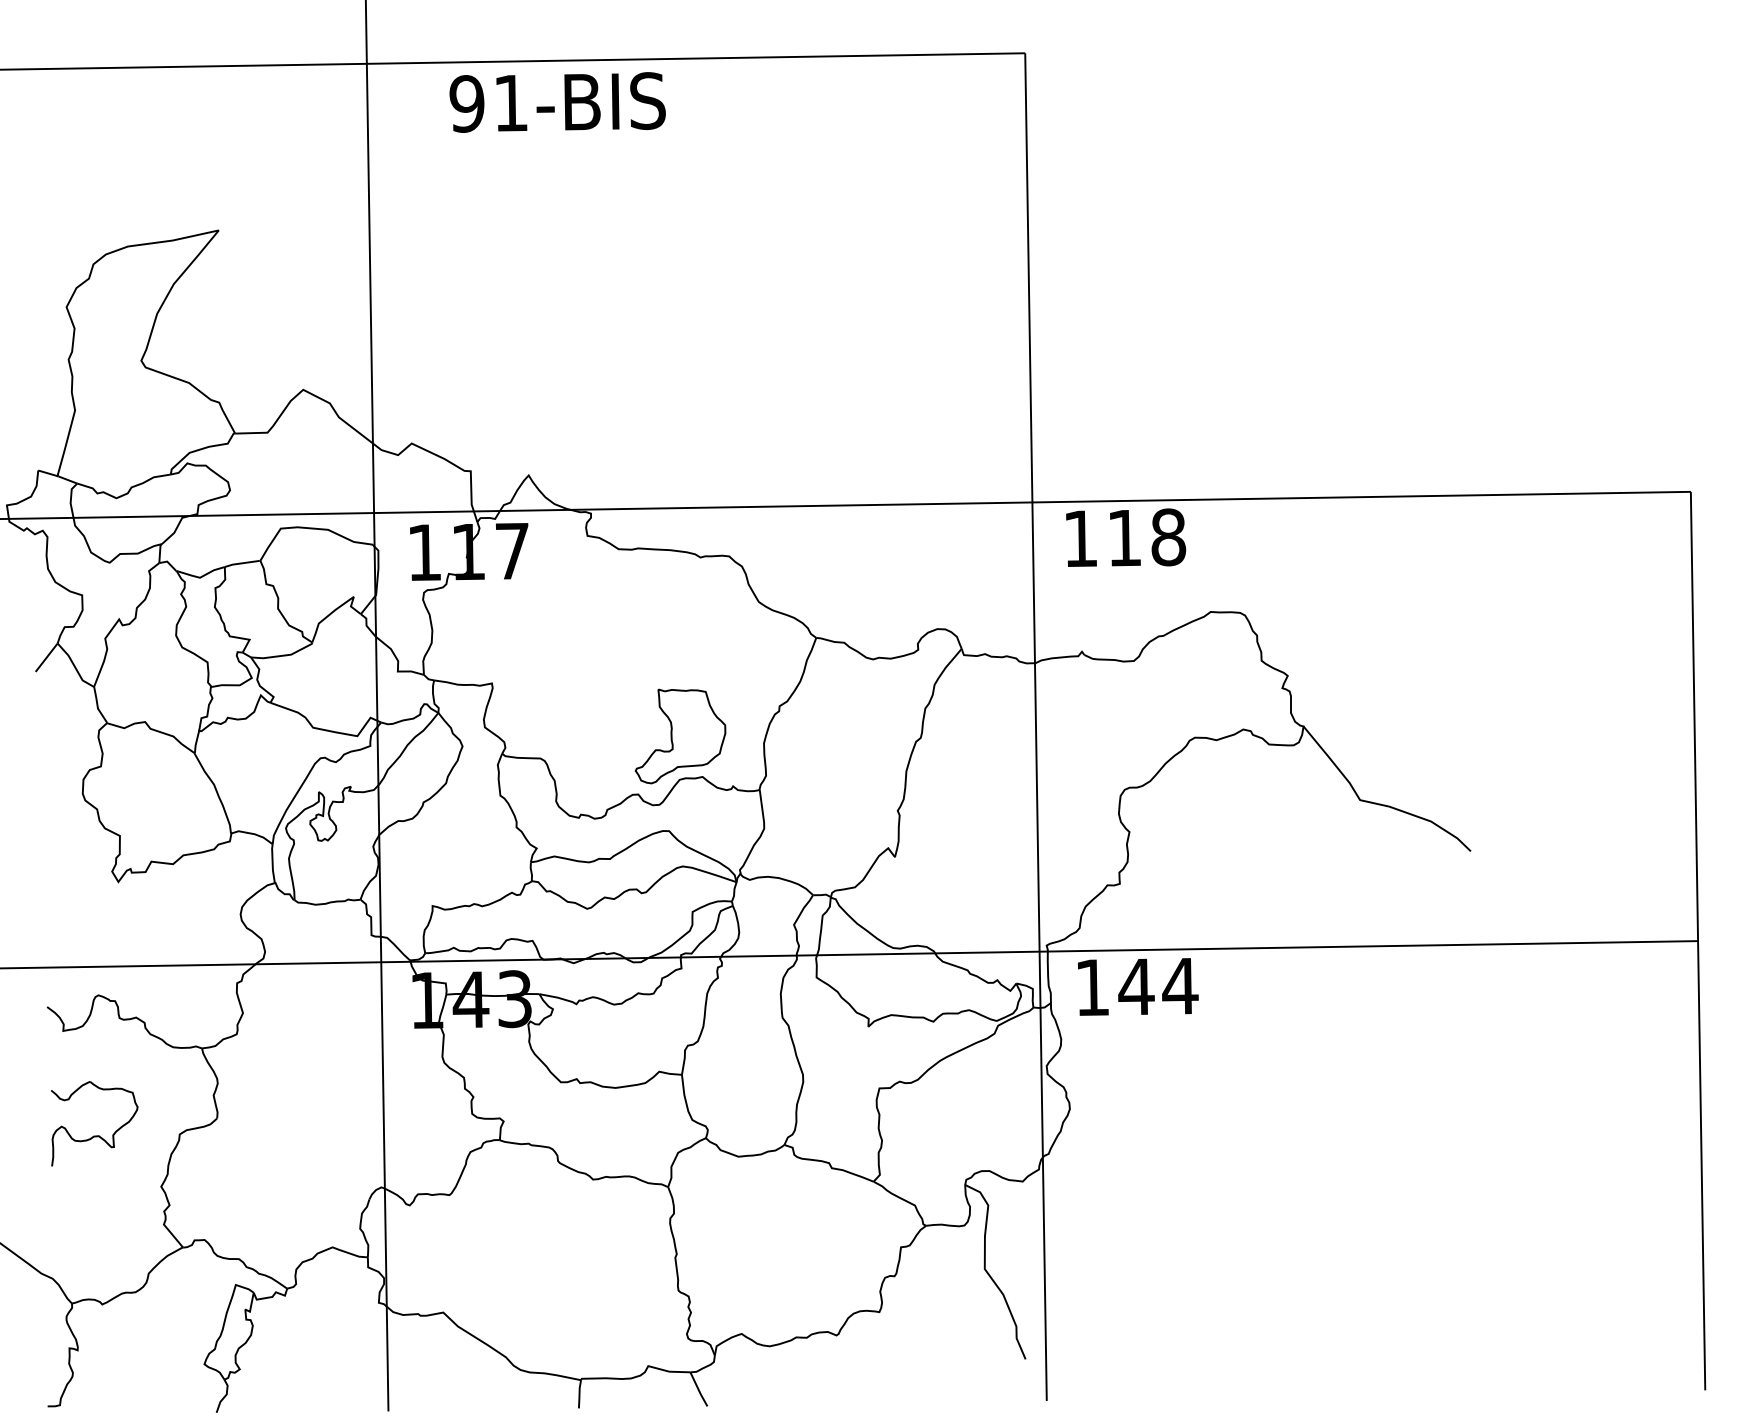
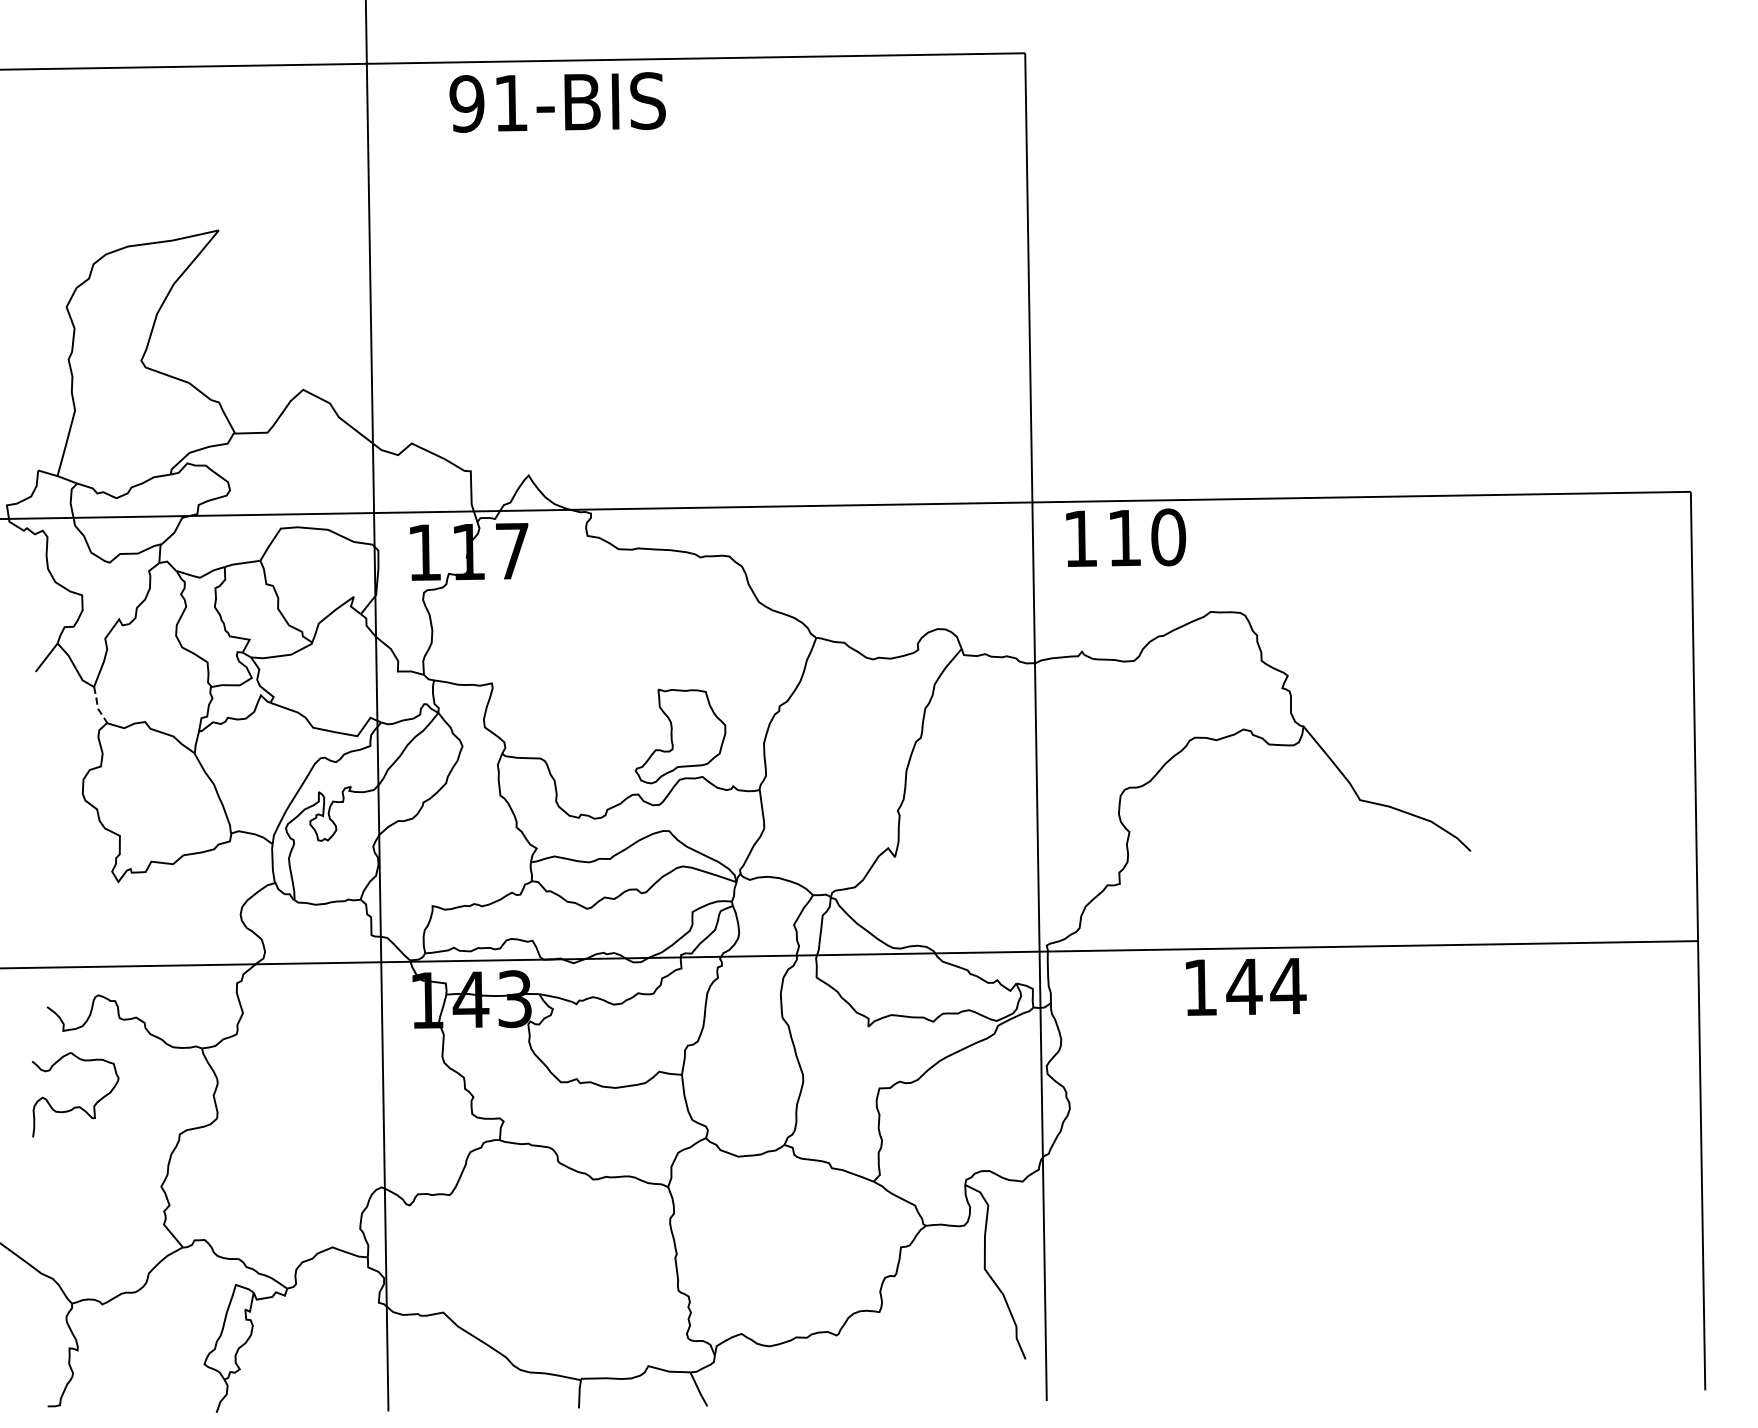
text at (1168, 537): 118 -> 110
line at (97, 705): solid -> dashed
text at (1138, 986) position: (1138, 986) -> (1246, 986)
part at (94, 1135) position: (94, 1135) -> (75, 1106)
